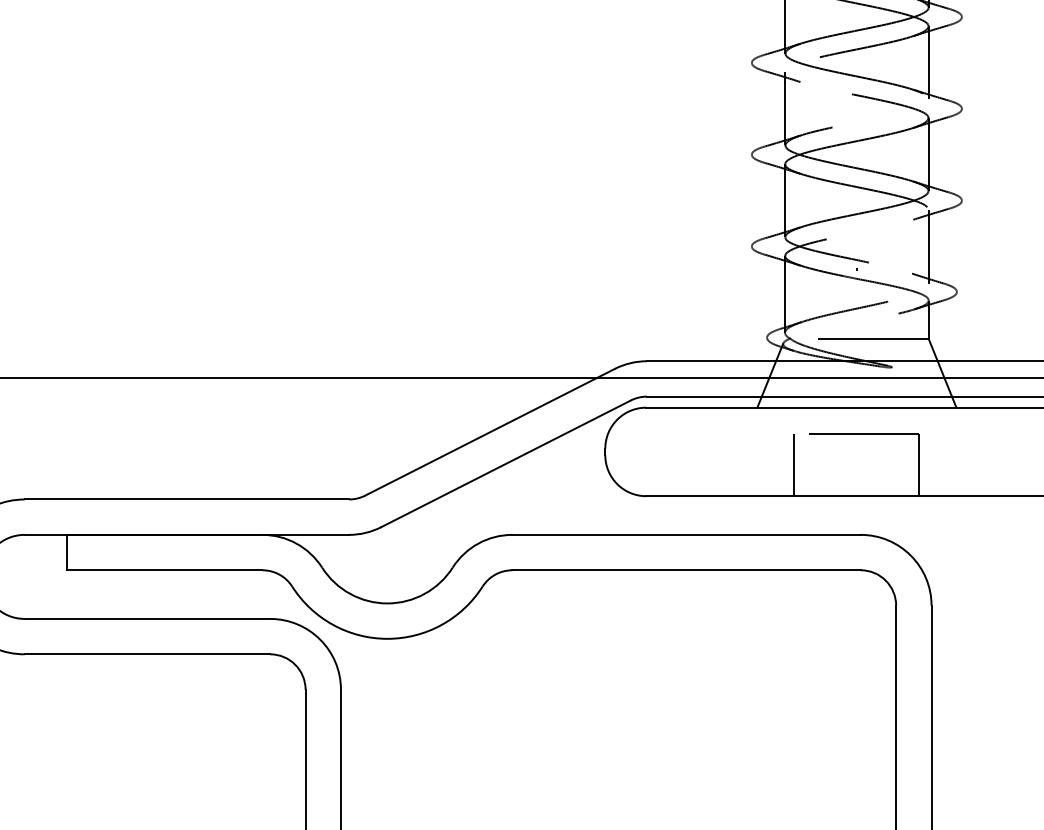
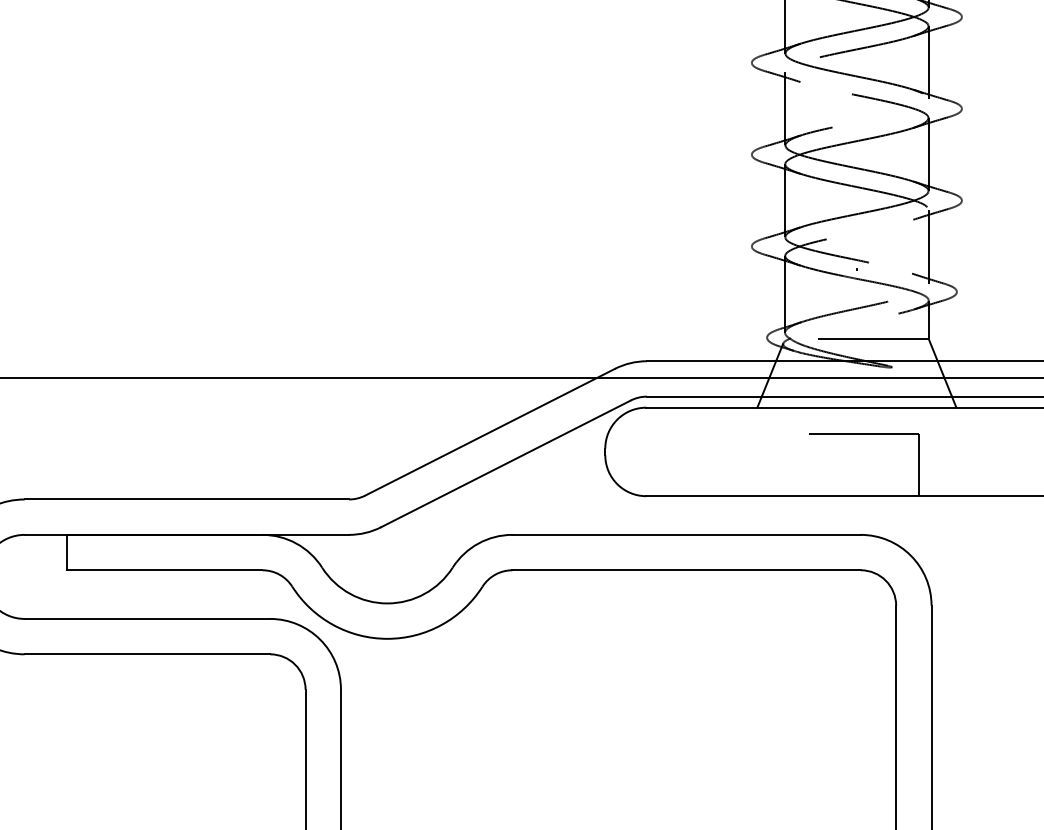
line at (794, 465): present -> none
